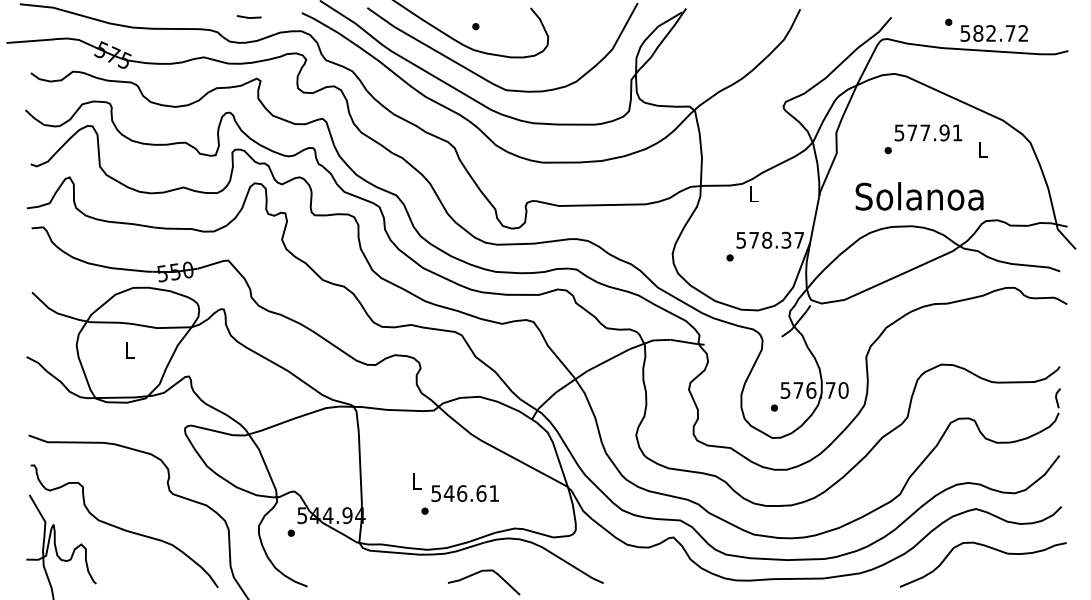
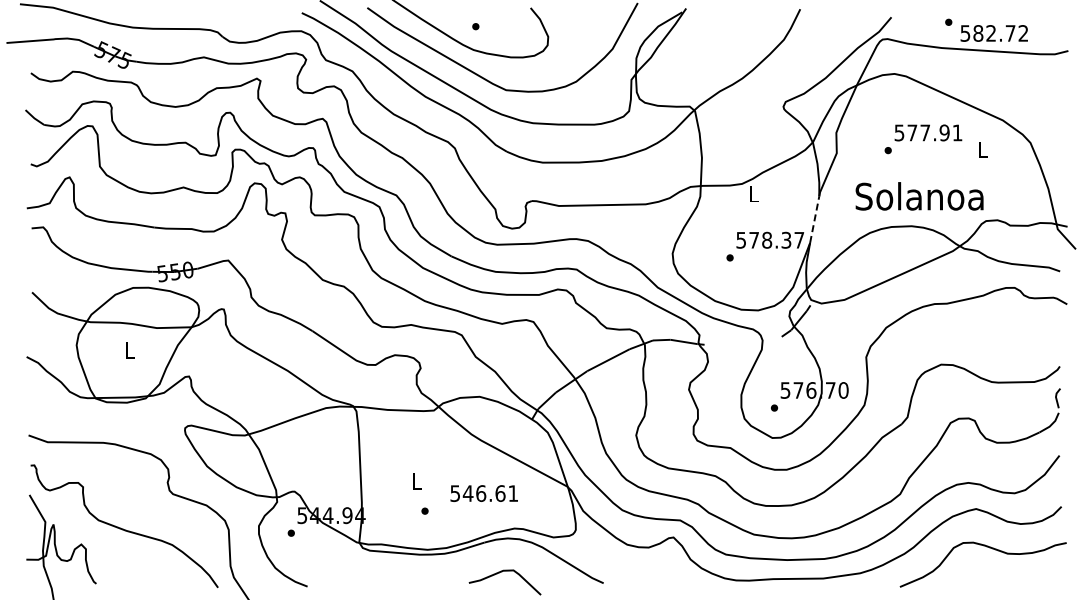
line at (247, 16): present -> none
line at (814, 219): solid -> dashed
text at (464, 493) position: (464, 493) -> (483, 493)
curve at (481, 572) position: (481, 572) -> (502, 572)
